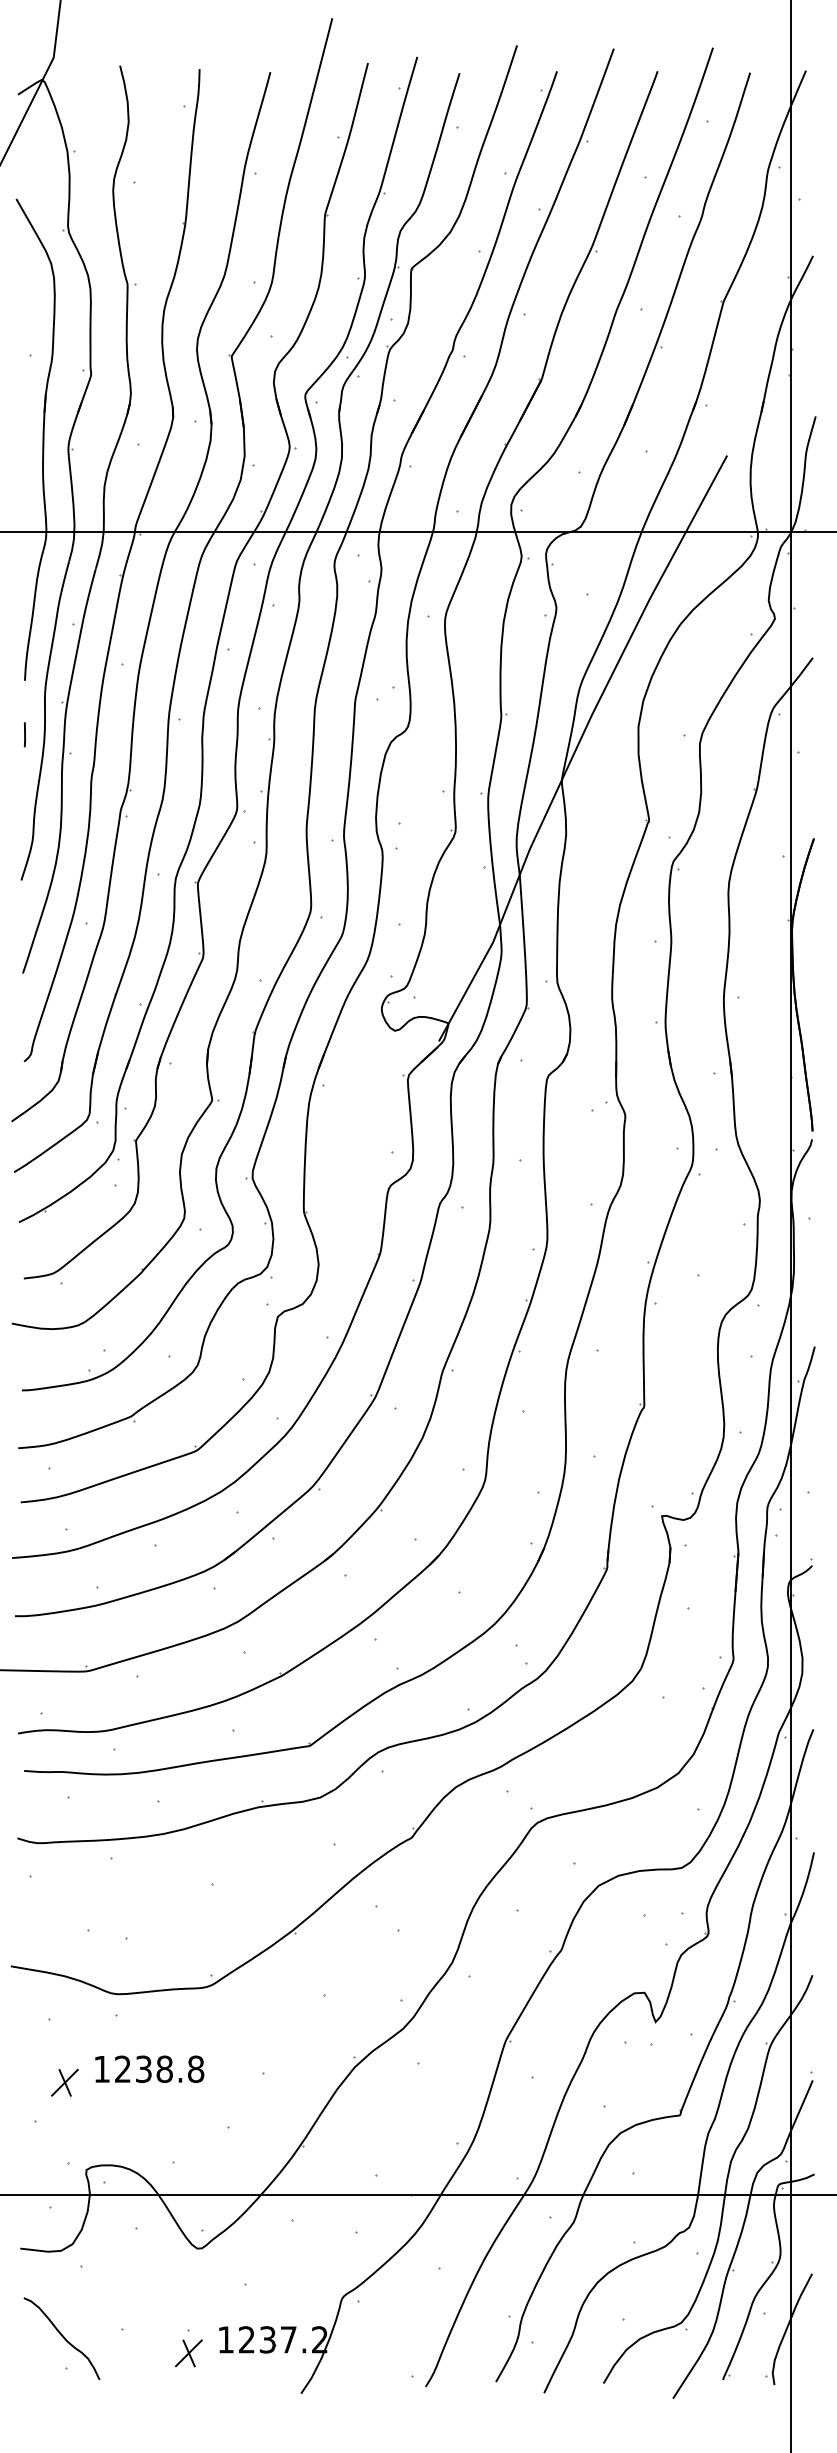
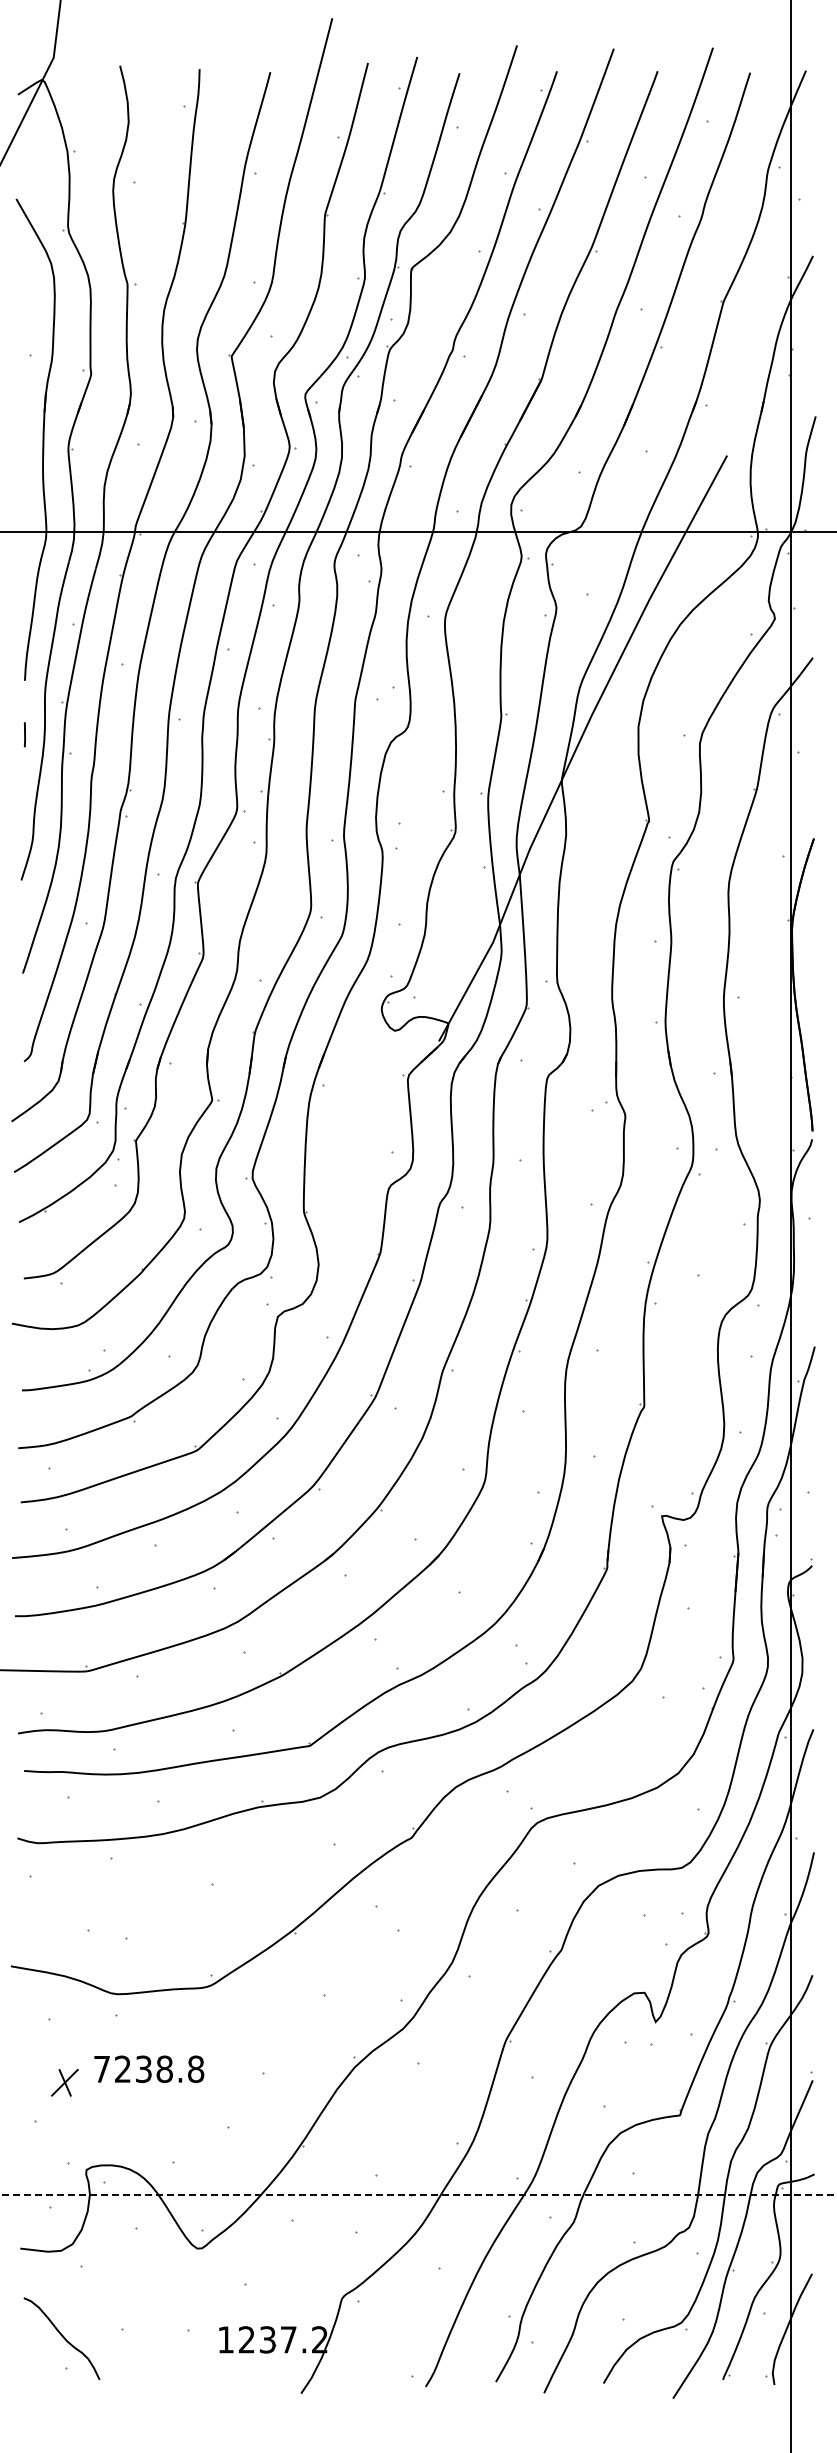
text at (101, 2069): 1238.8 -> 7238.8
line at (418, 2195): solid -> dashed
part at (188, 2353): present -> none
